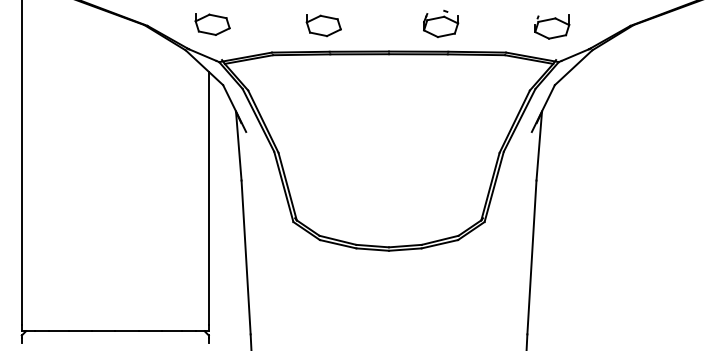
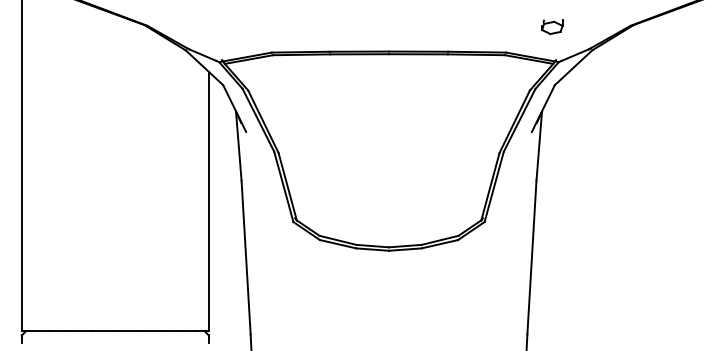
part at (441, 23): present -> none
part at (212, 24): present -> none
part at (323, 25): present -> none
part at (552, 26) size: 37x26 px -> 23x17 px
